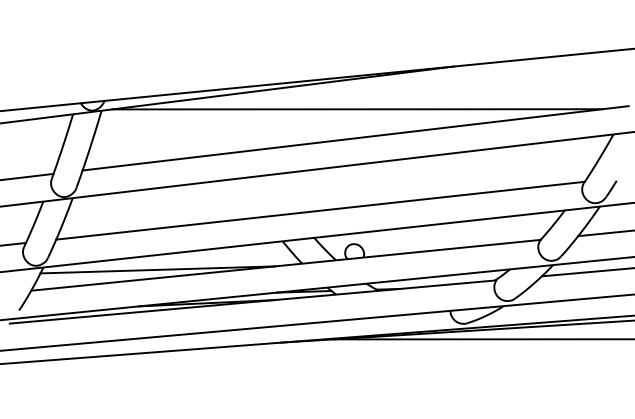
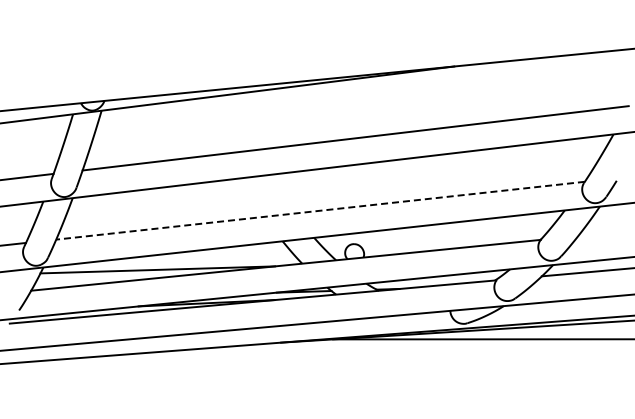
line at (357, 109): present -> none
line at (320, 210): solid -> dashed
line at (604, 233): present -> none
